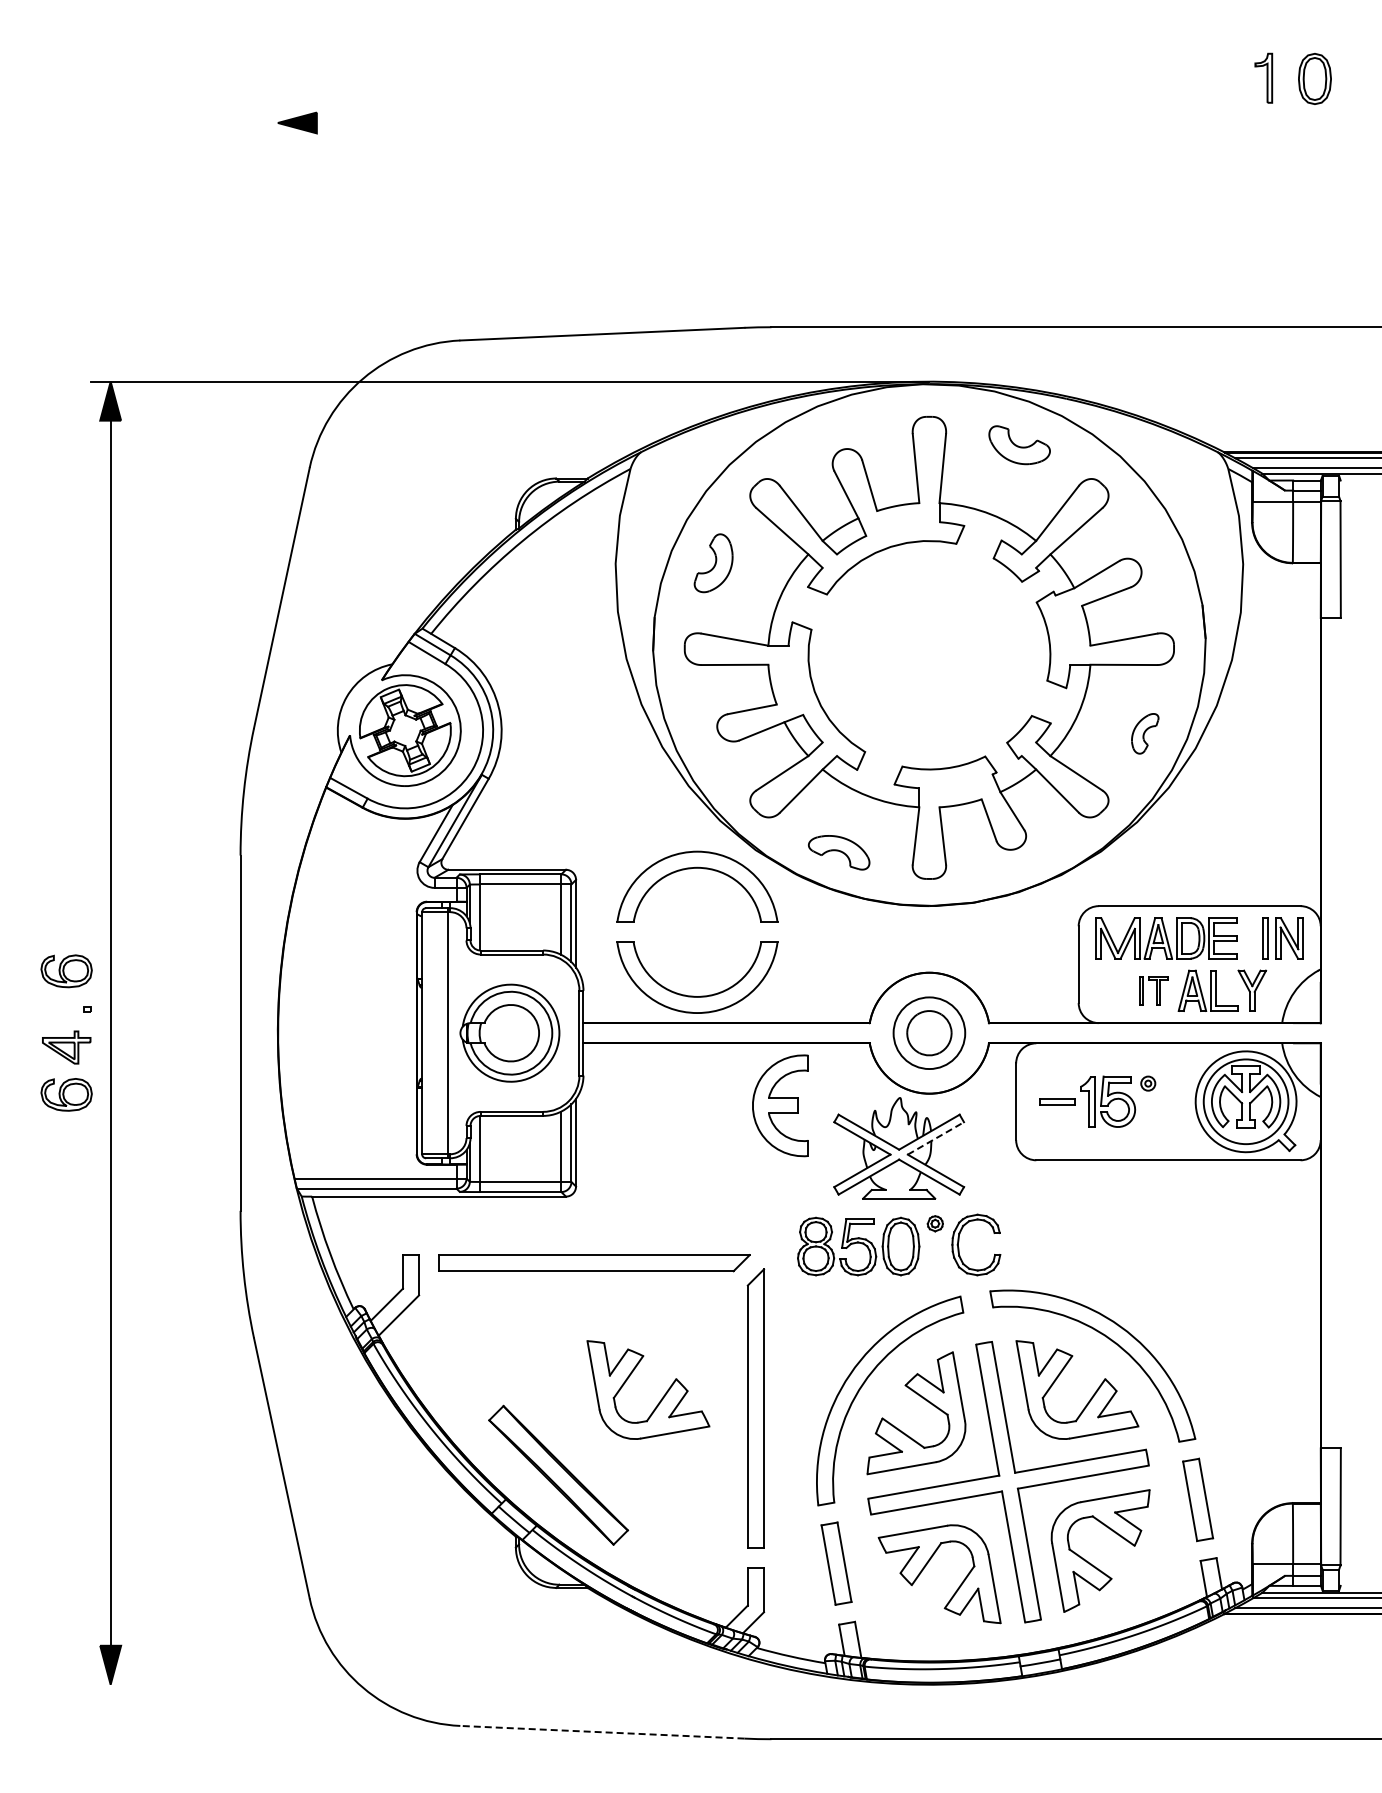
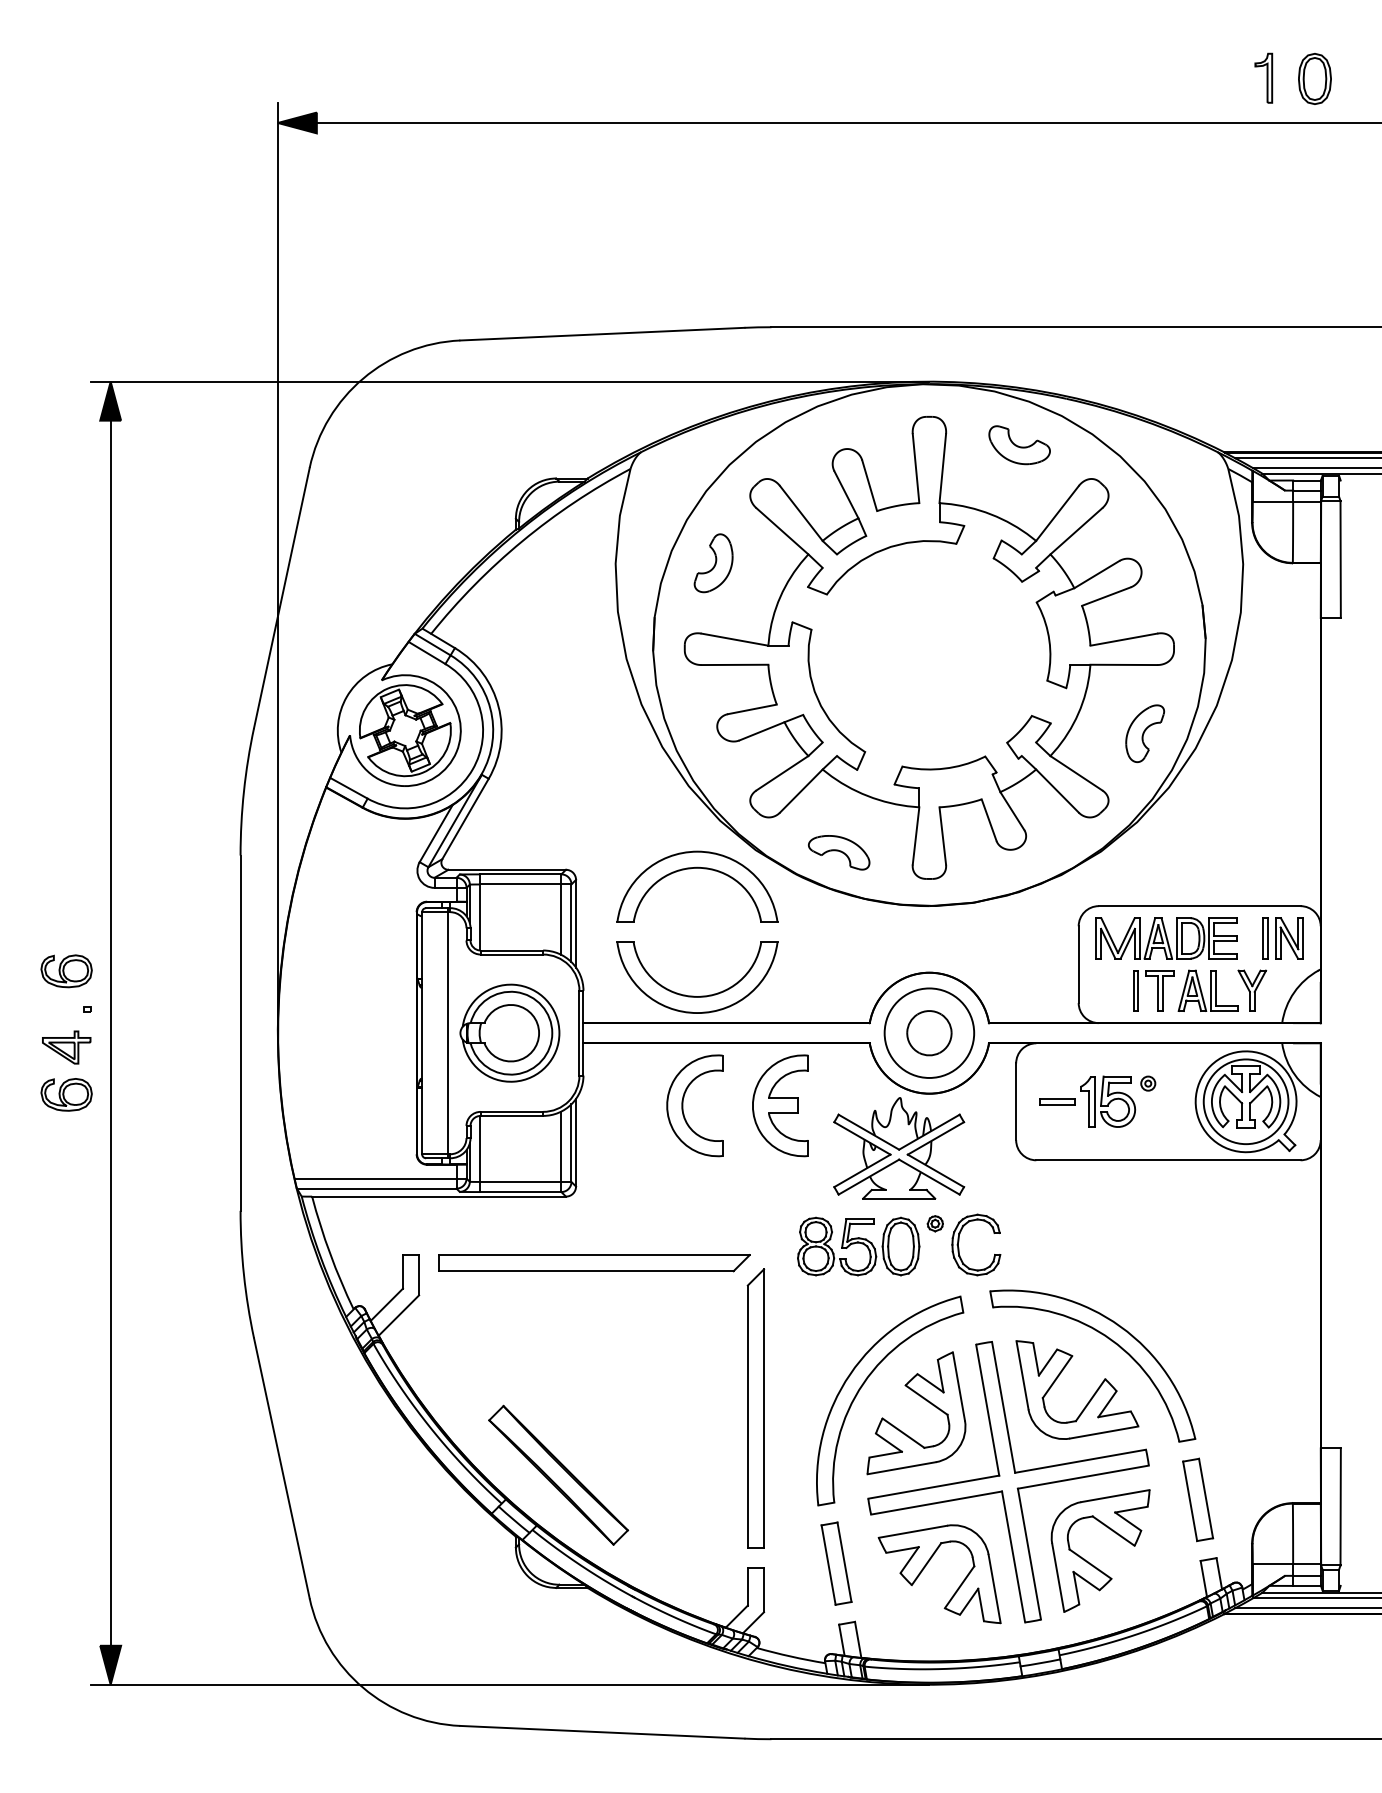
line at (847, 122): none -> present
line at (277, 567): none -> present
part at (1145, 733) size: 29x42 px -> 41x60 px
part at (1153, 990) size: 30x30 px -> 42x42 px
circle at (929, 1033) diameter: 72 px -> 90 px
part at (683, 1105): none -> present
line at (936, 1138): dashed -> solid
part at (660, 1399): present -> none
line at (509, 1684): none -> present
line at (601, 1732): dashed -> solid
